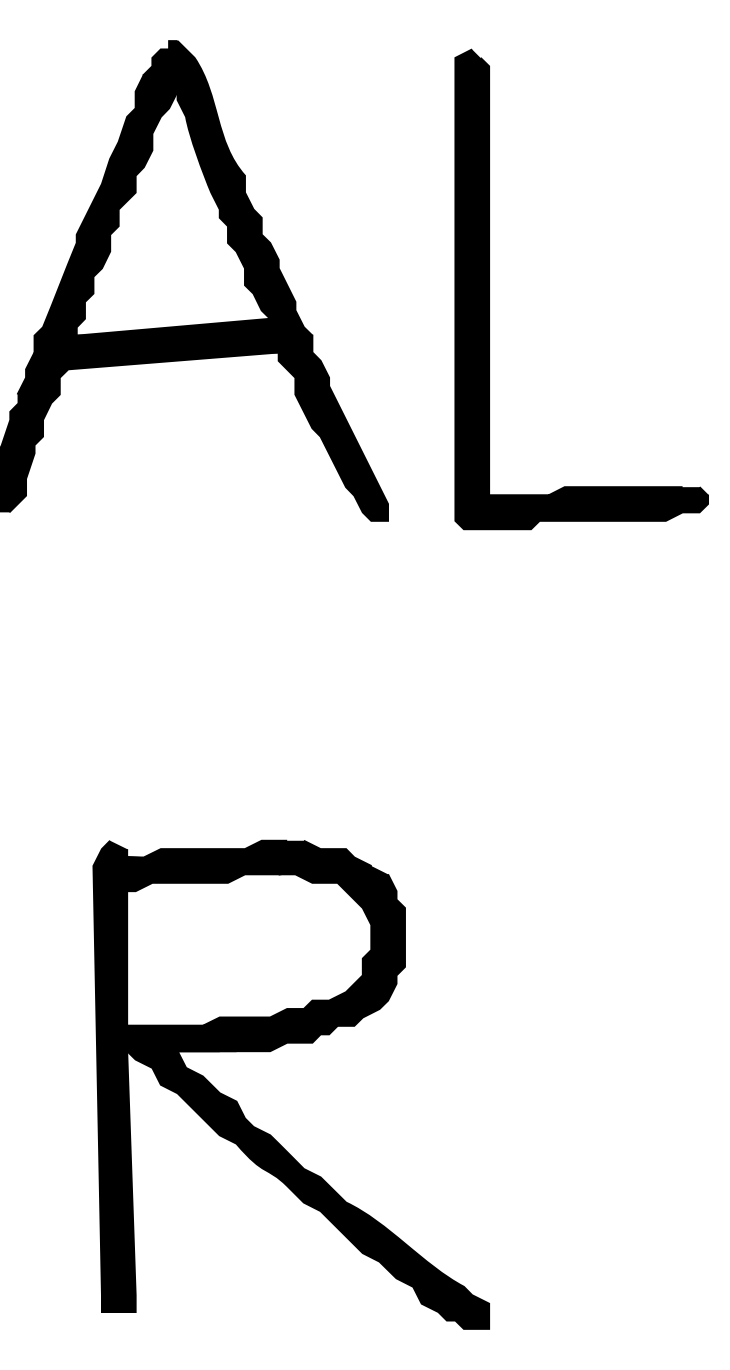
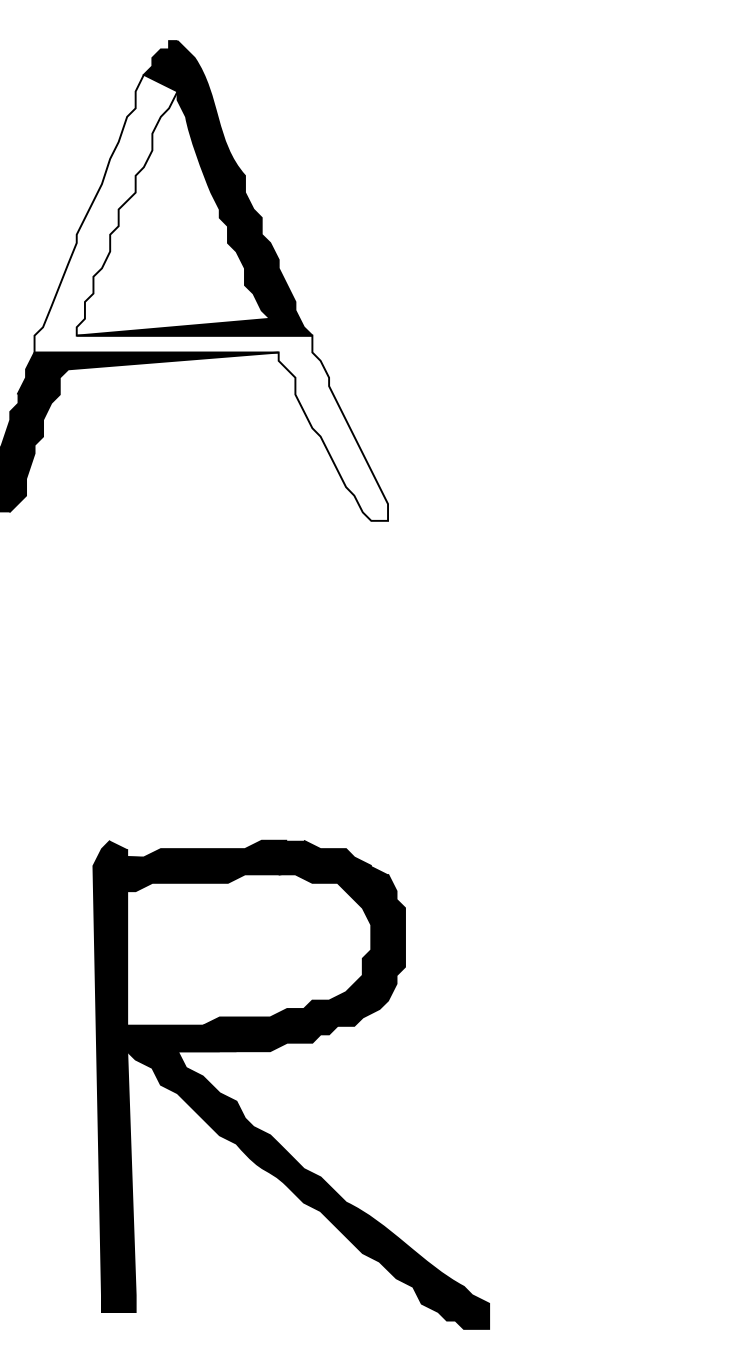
part at (489, 289): present -> none
fill at (211, 297): present -> none
